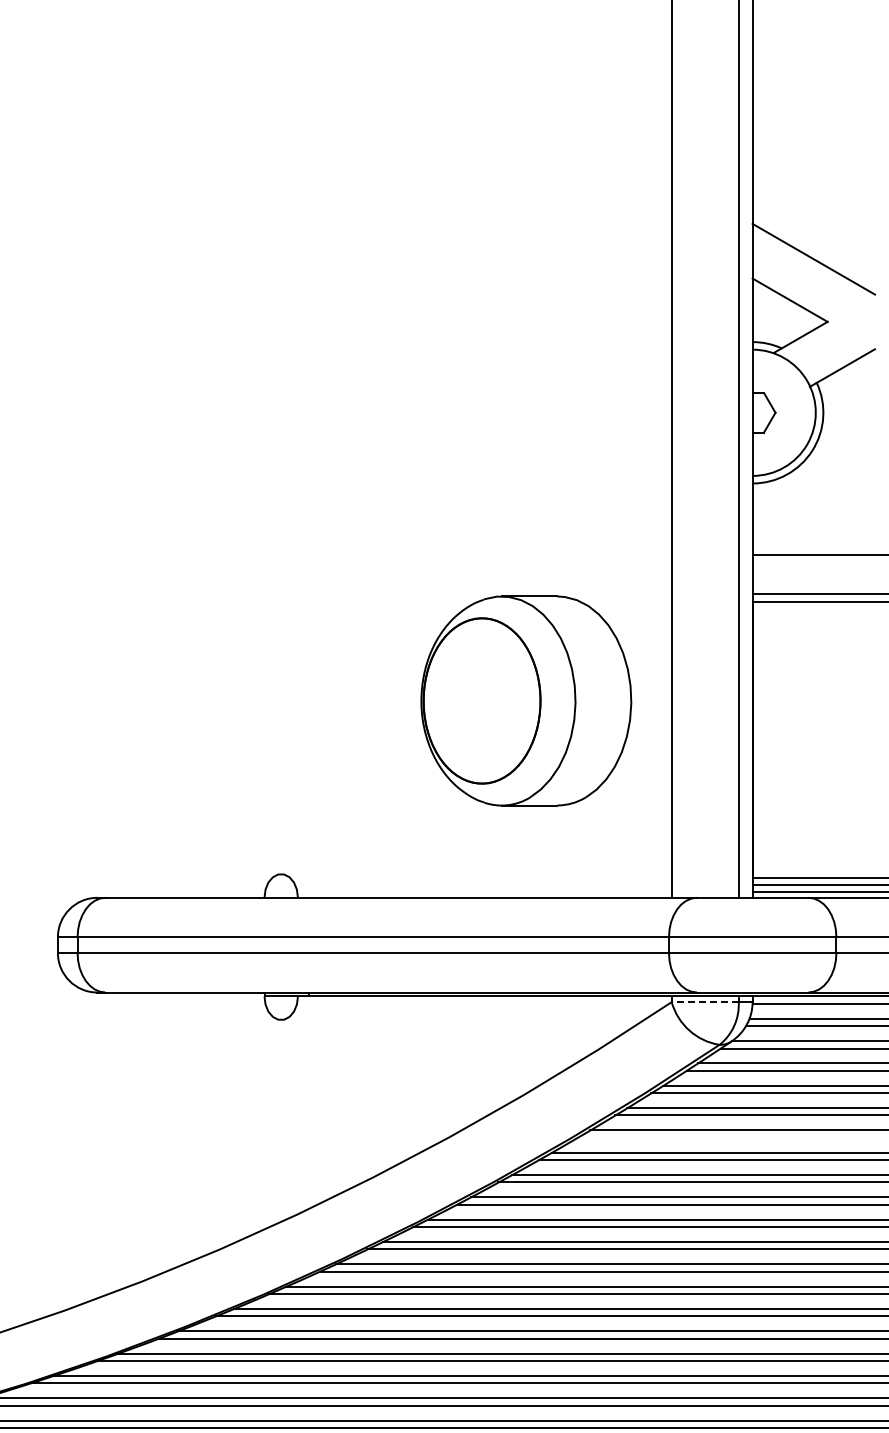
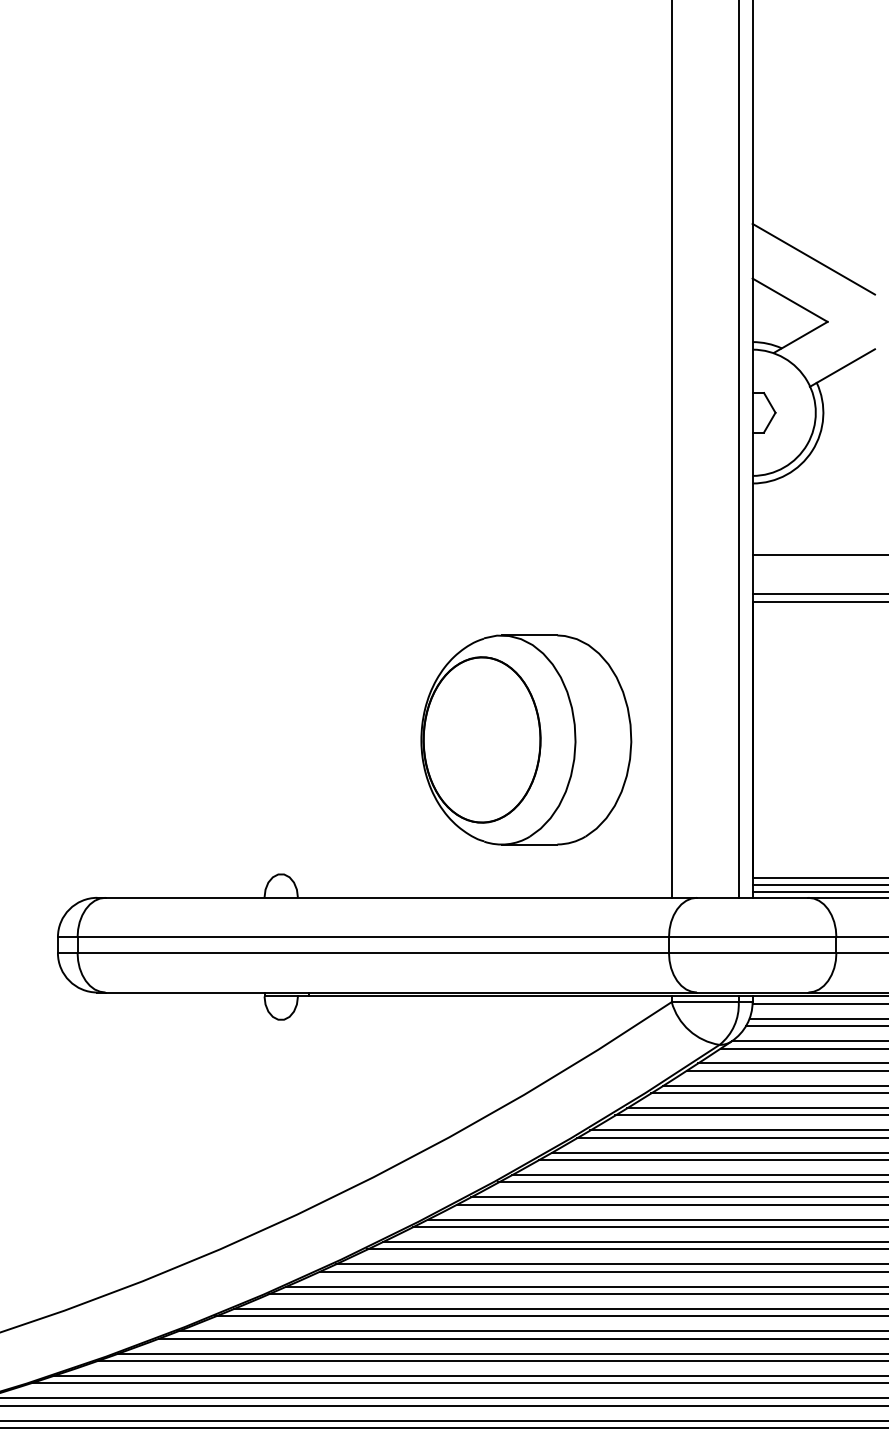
part at (526, 700) position: (526, 700) -> (526, 739)
line at (704, 1002): dashed -> solid
line at (731, 1137): none -> present
